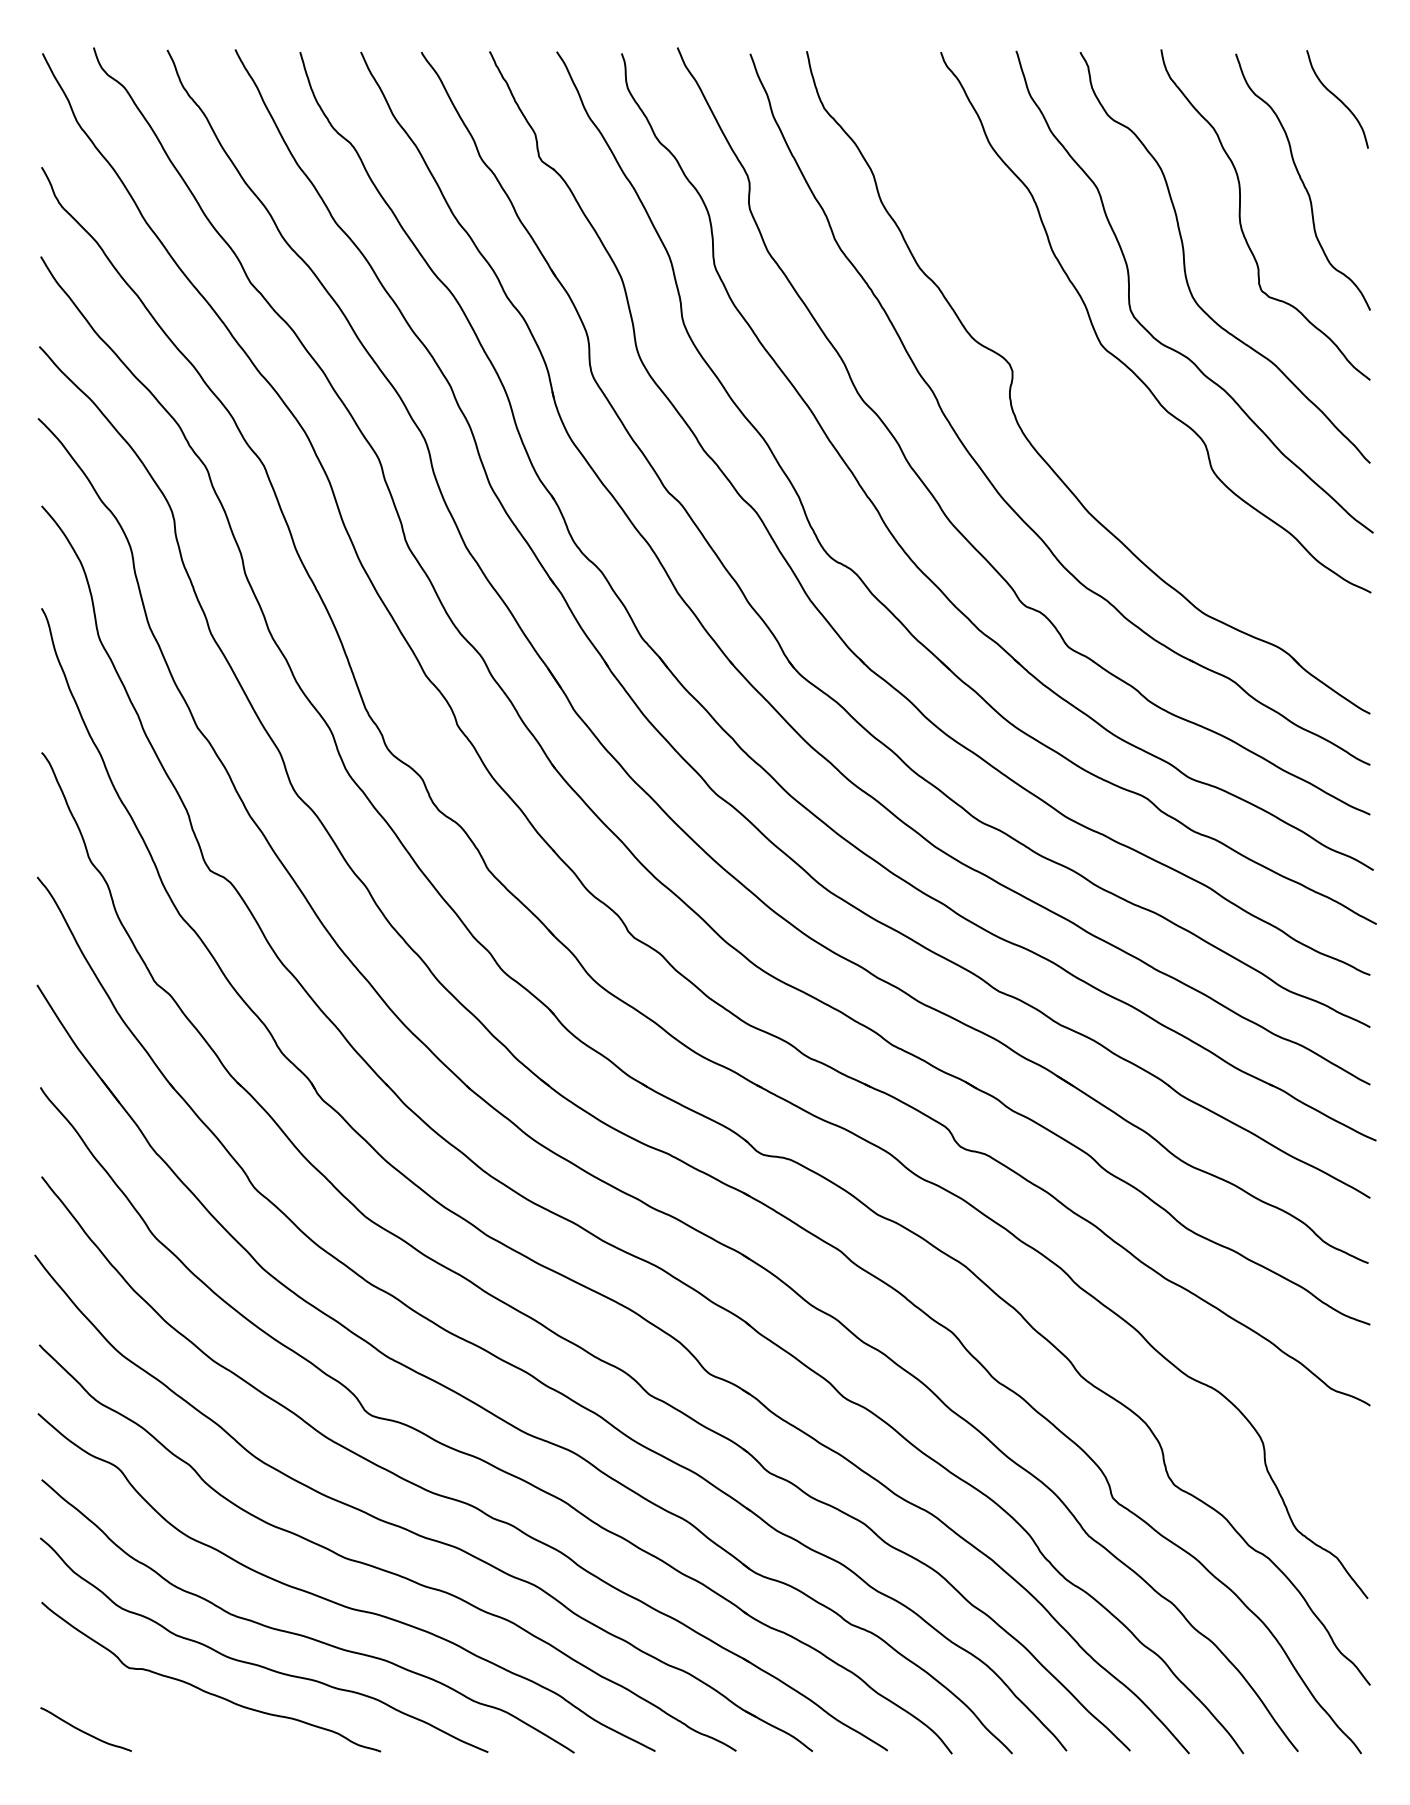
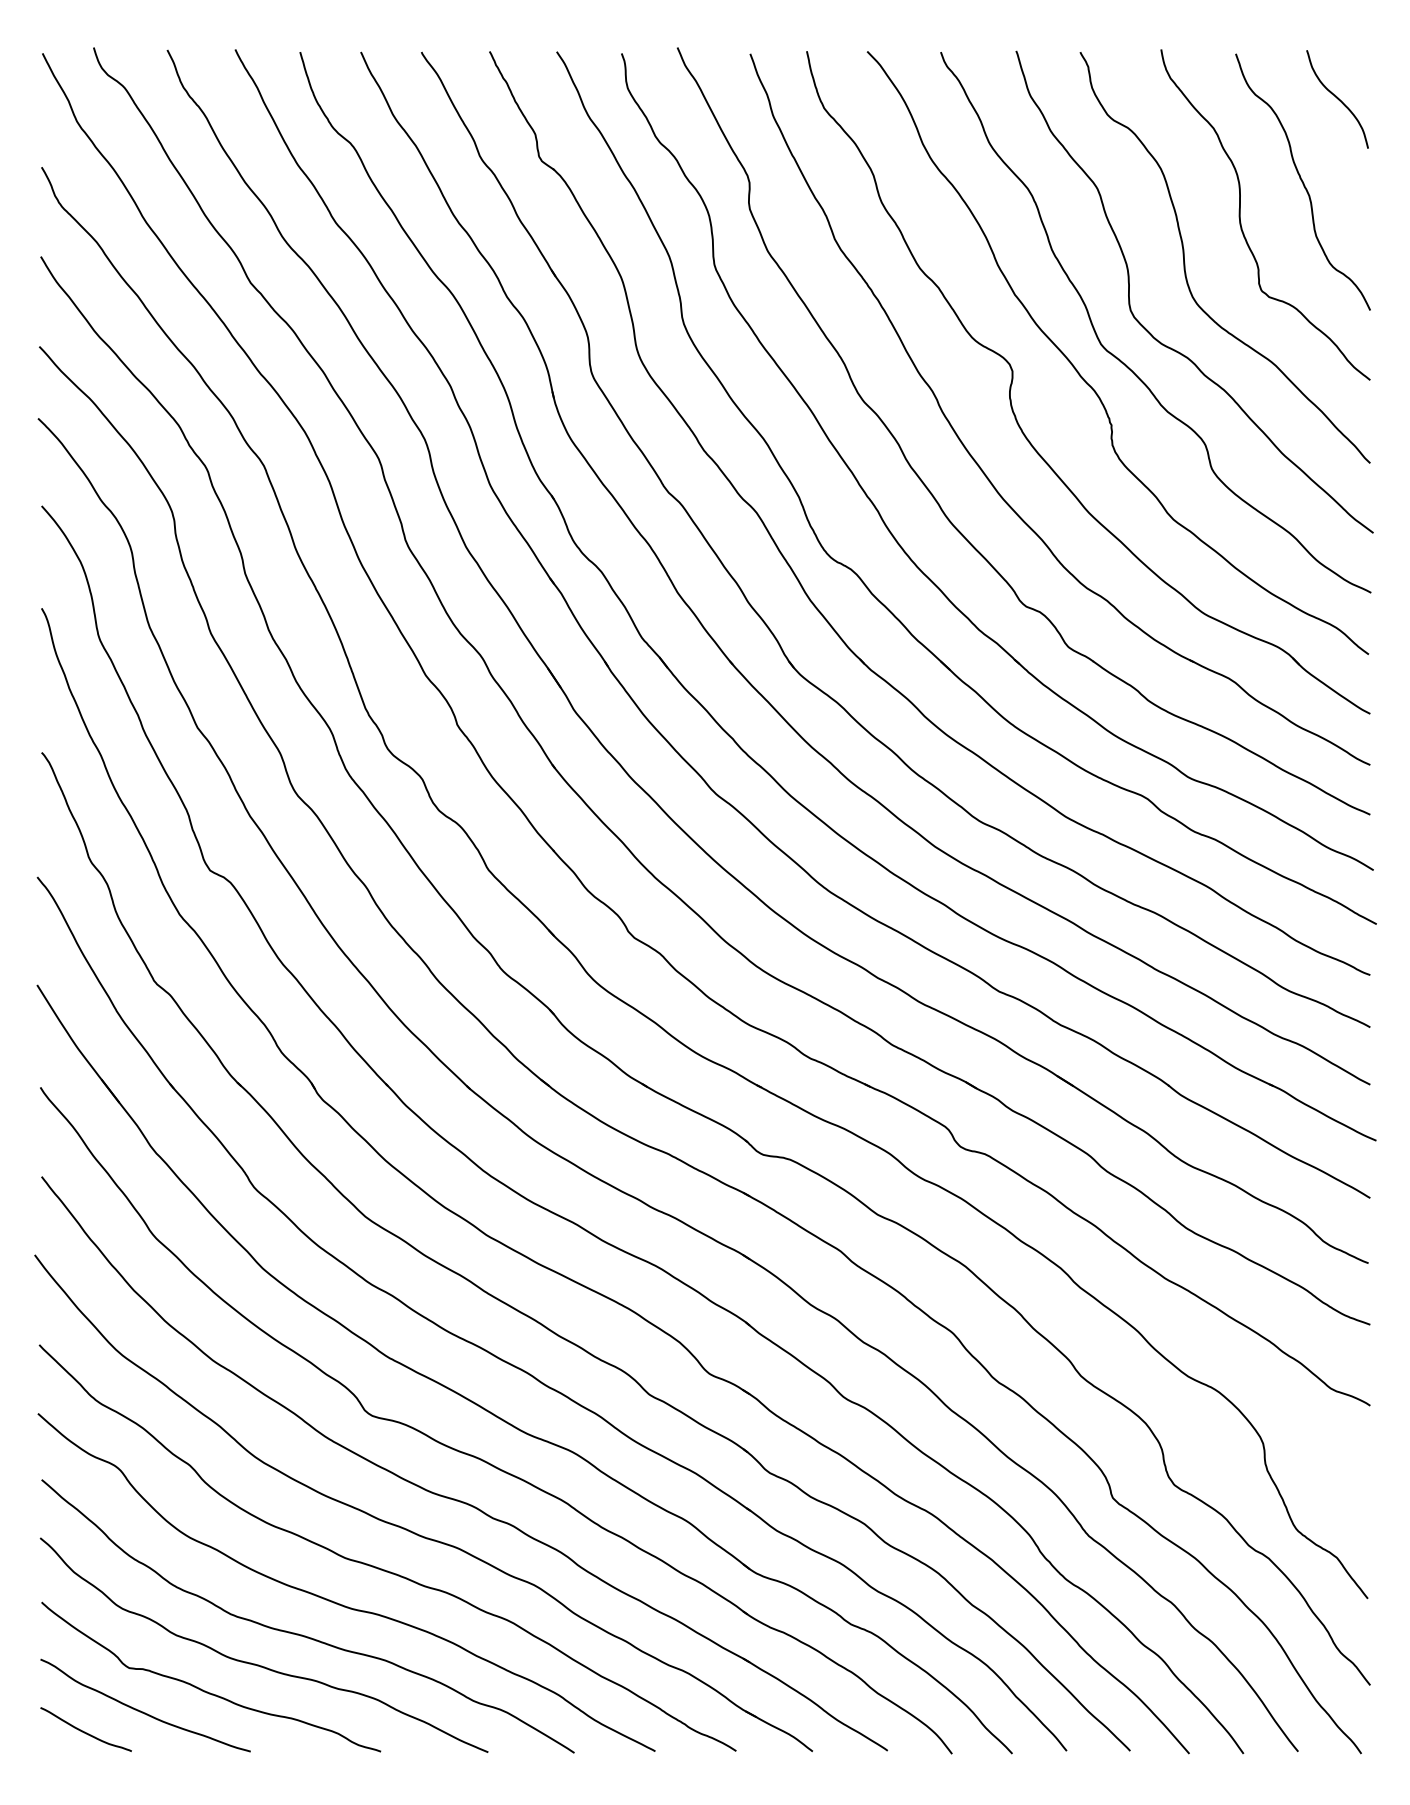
curve at (1083, 377): none -> present
curve at (143, 1711): none -> present
